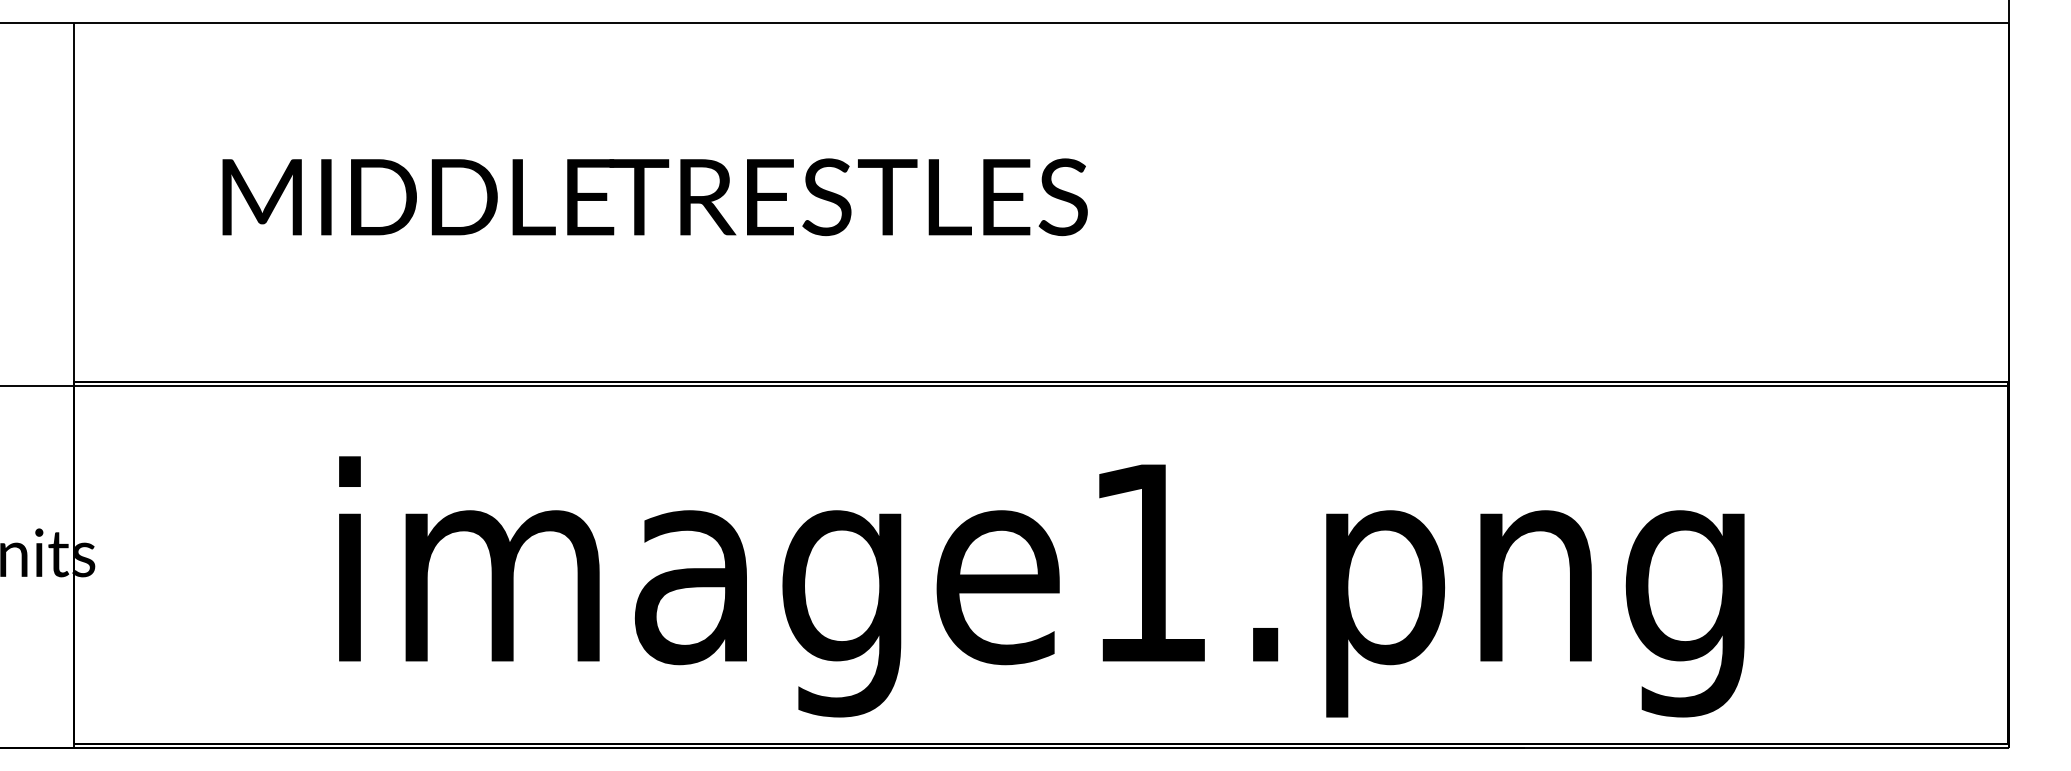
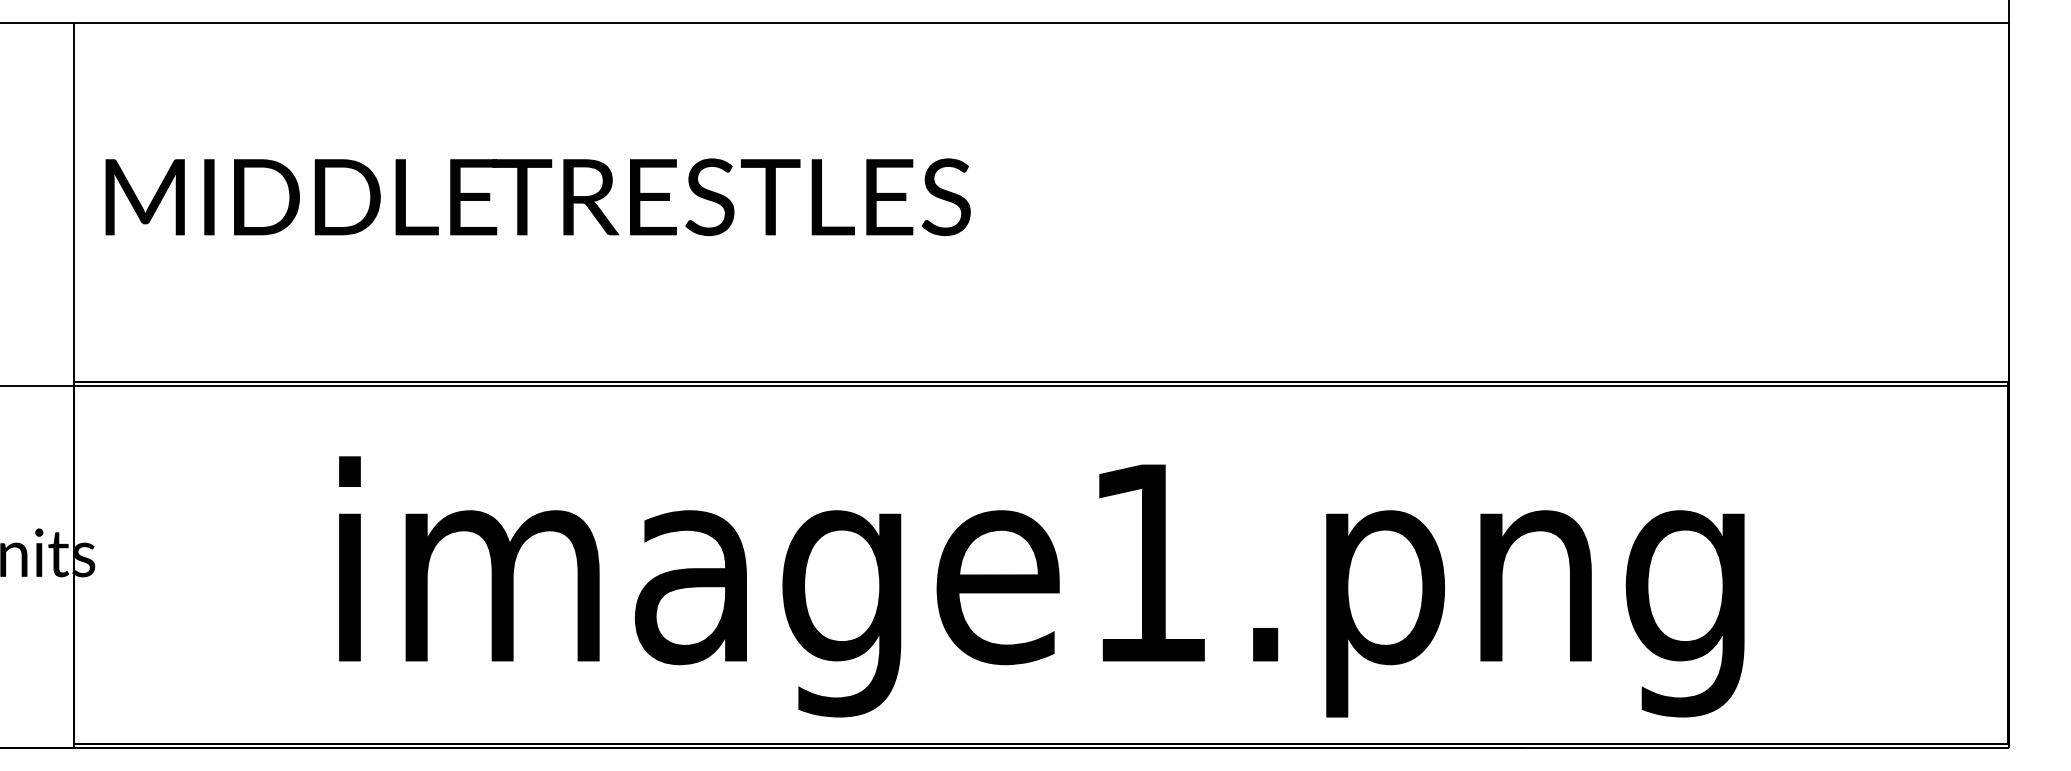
text at (654, 197) position: (654, 197) -> (537, 197)
